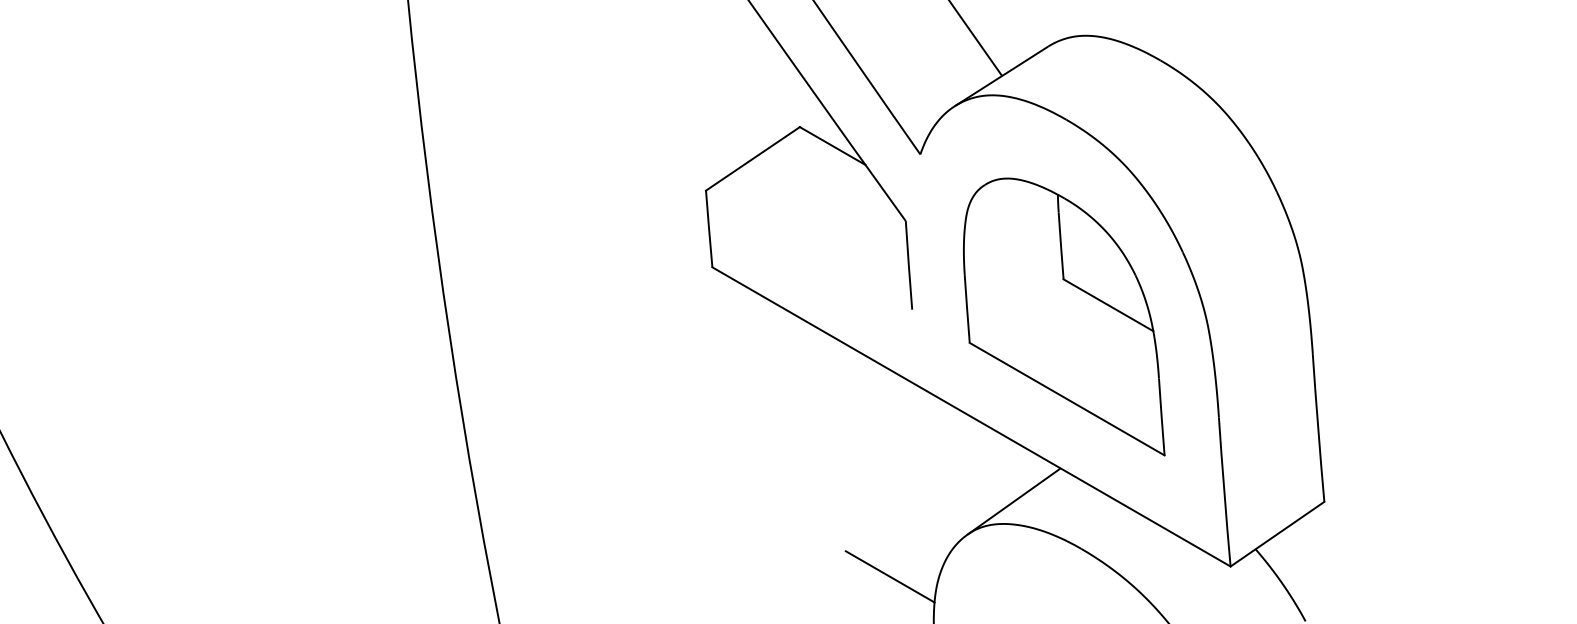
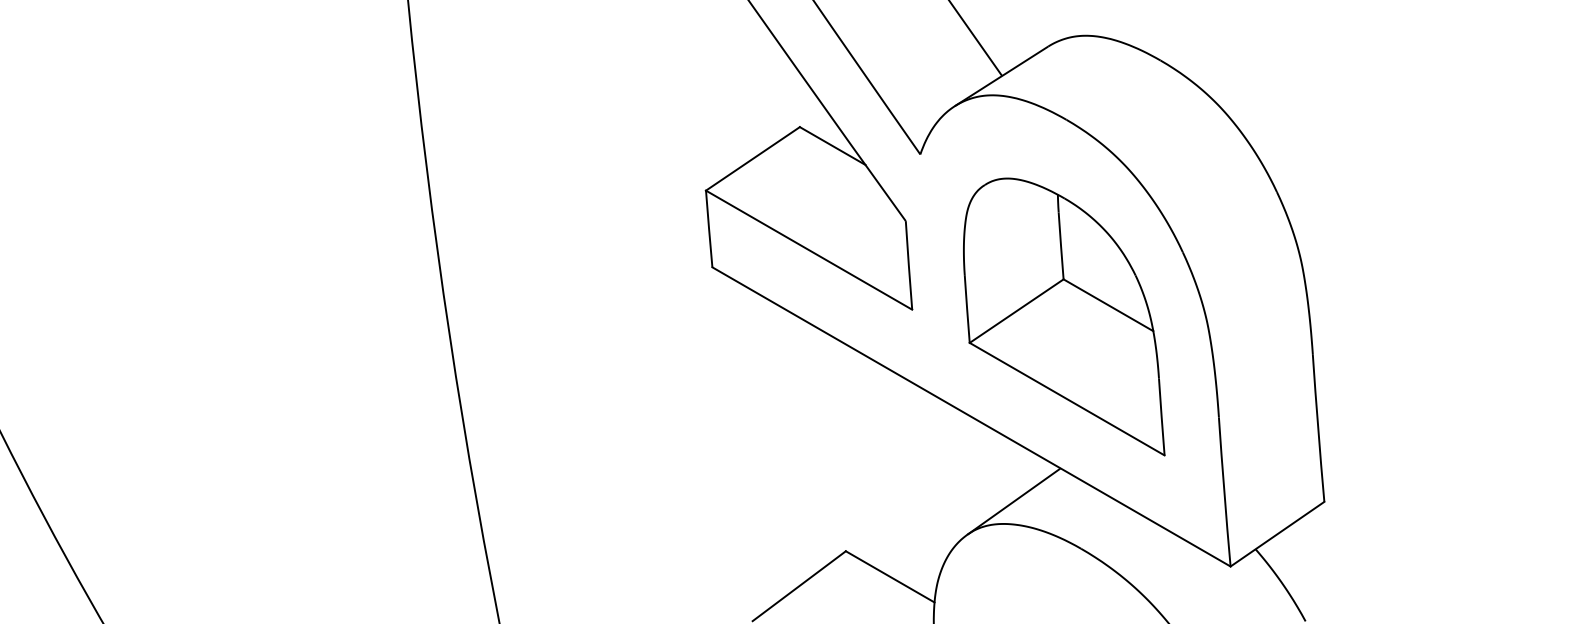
line at (809, 249): none -> present
line at (1016, 310): none -> present
line at (799, 585): none -> present
